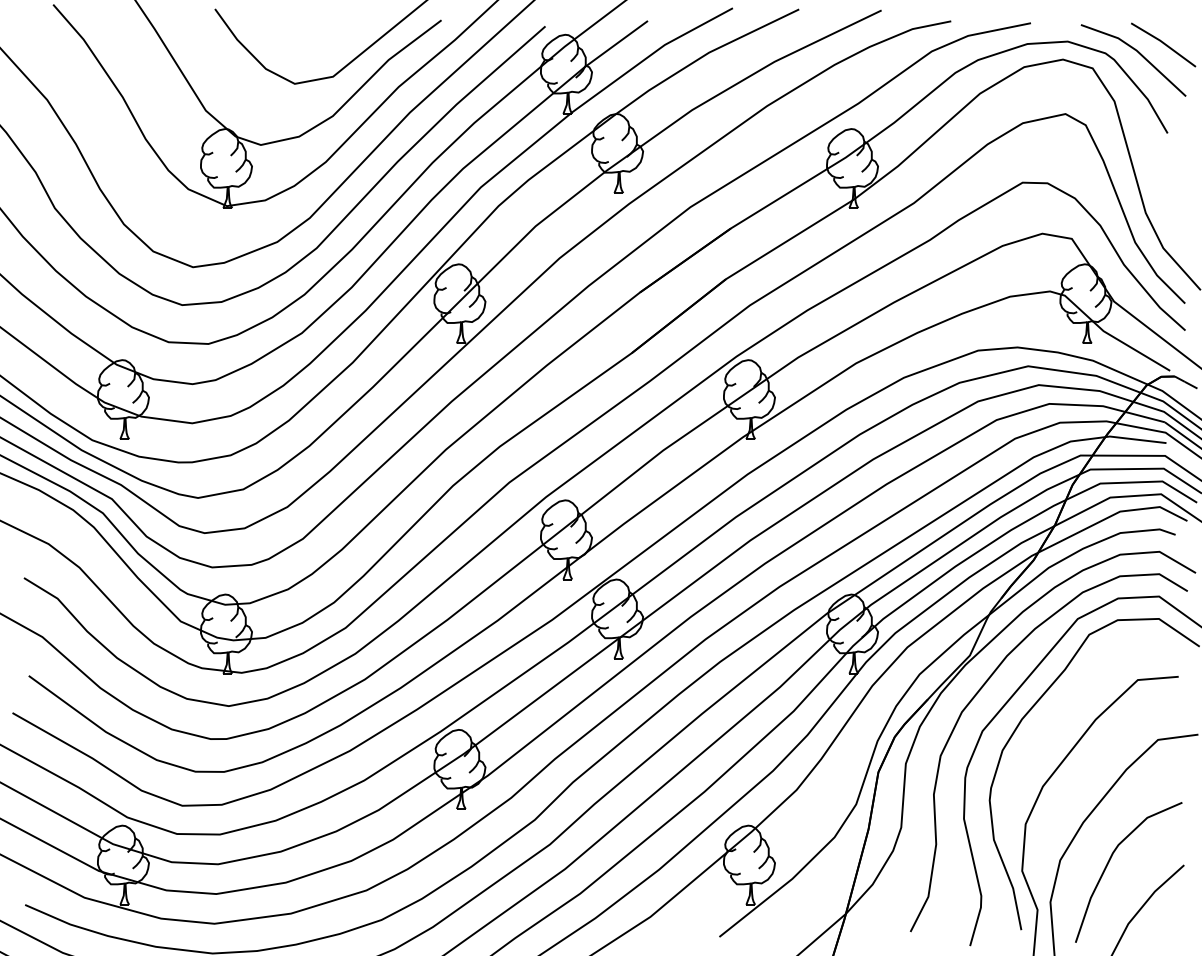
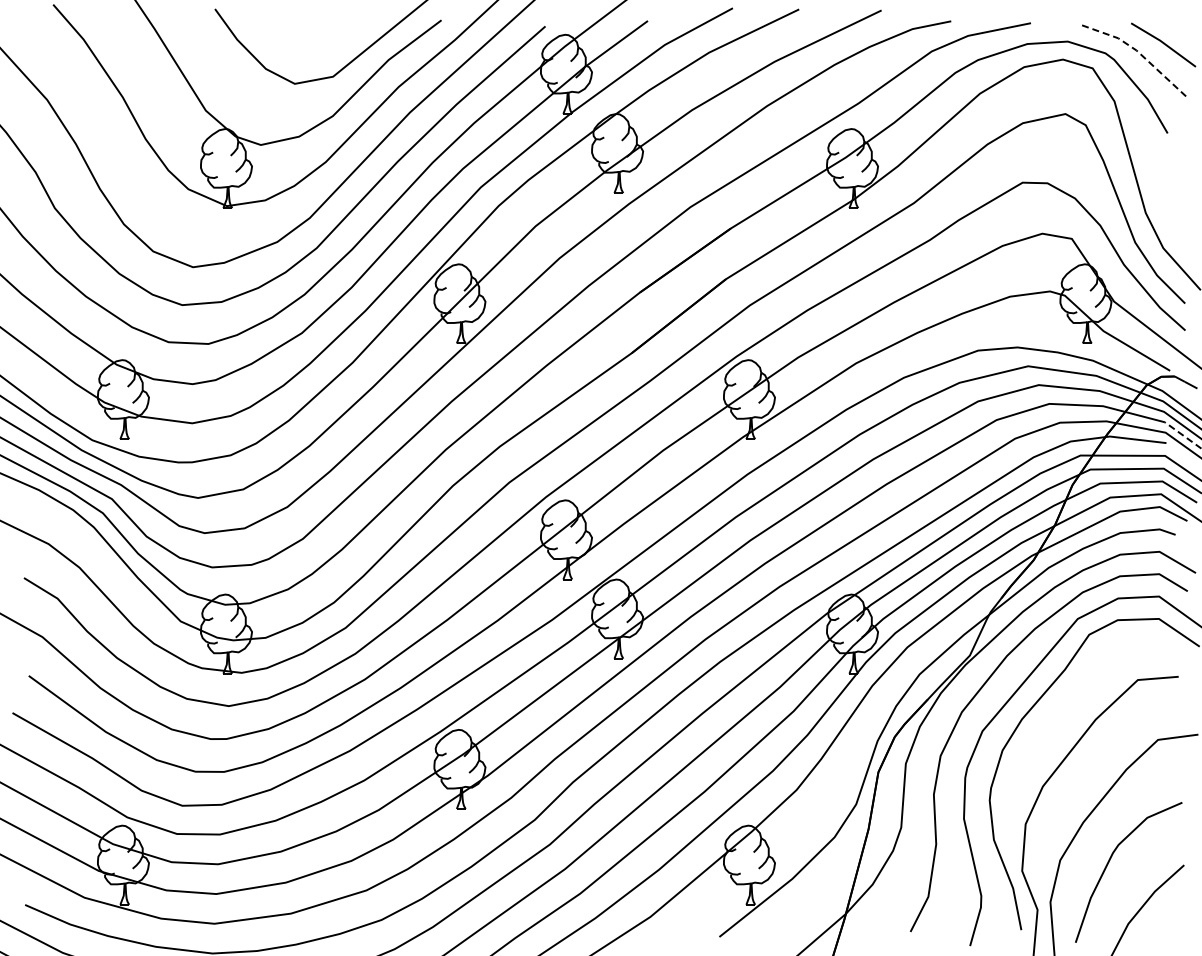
line at (1137, 51): solid -> dashed
line at (1183, 435): solid -> dashed
